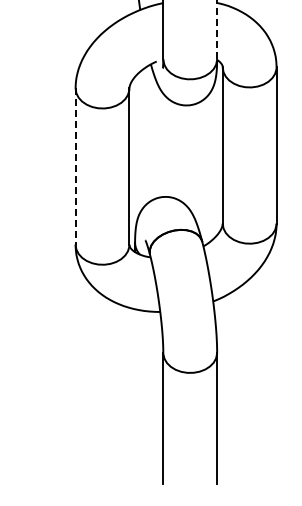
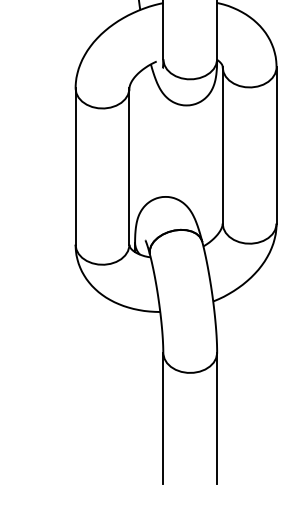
line at (217, 29): dashed -> solid
line at (75, 167): dashed -> solid
